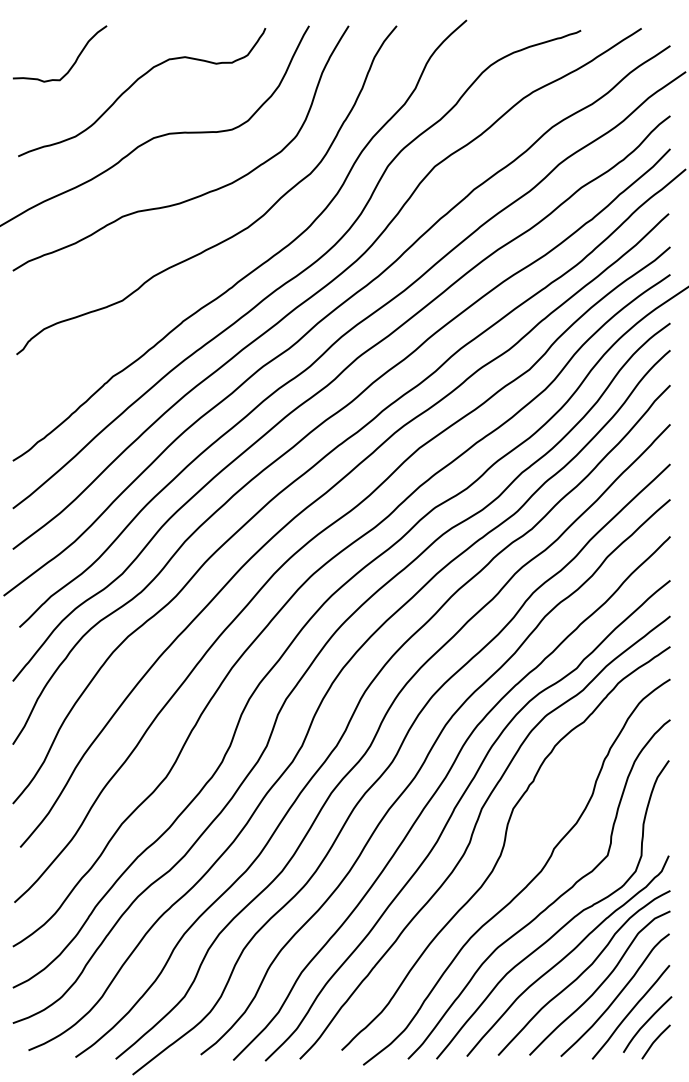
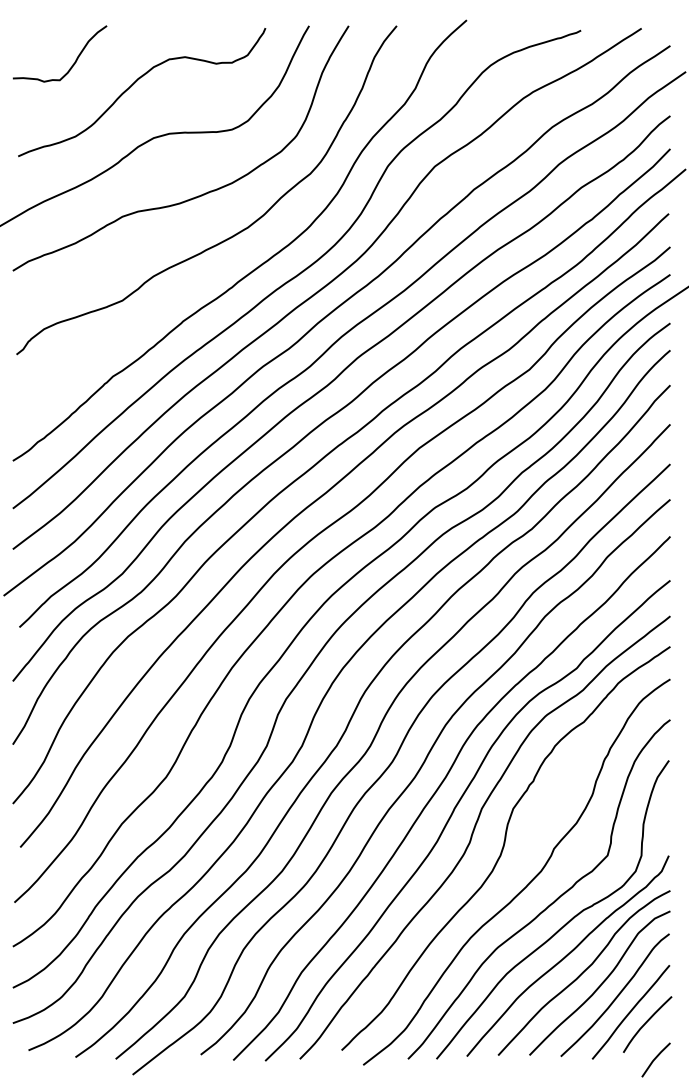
line at (655, 1041) position: (655, 1041) -> (655, 1059)
